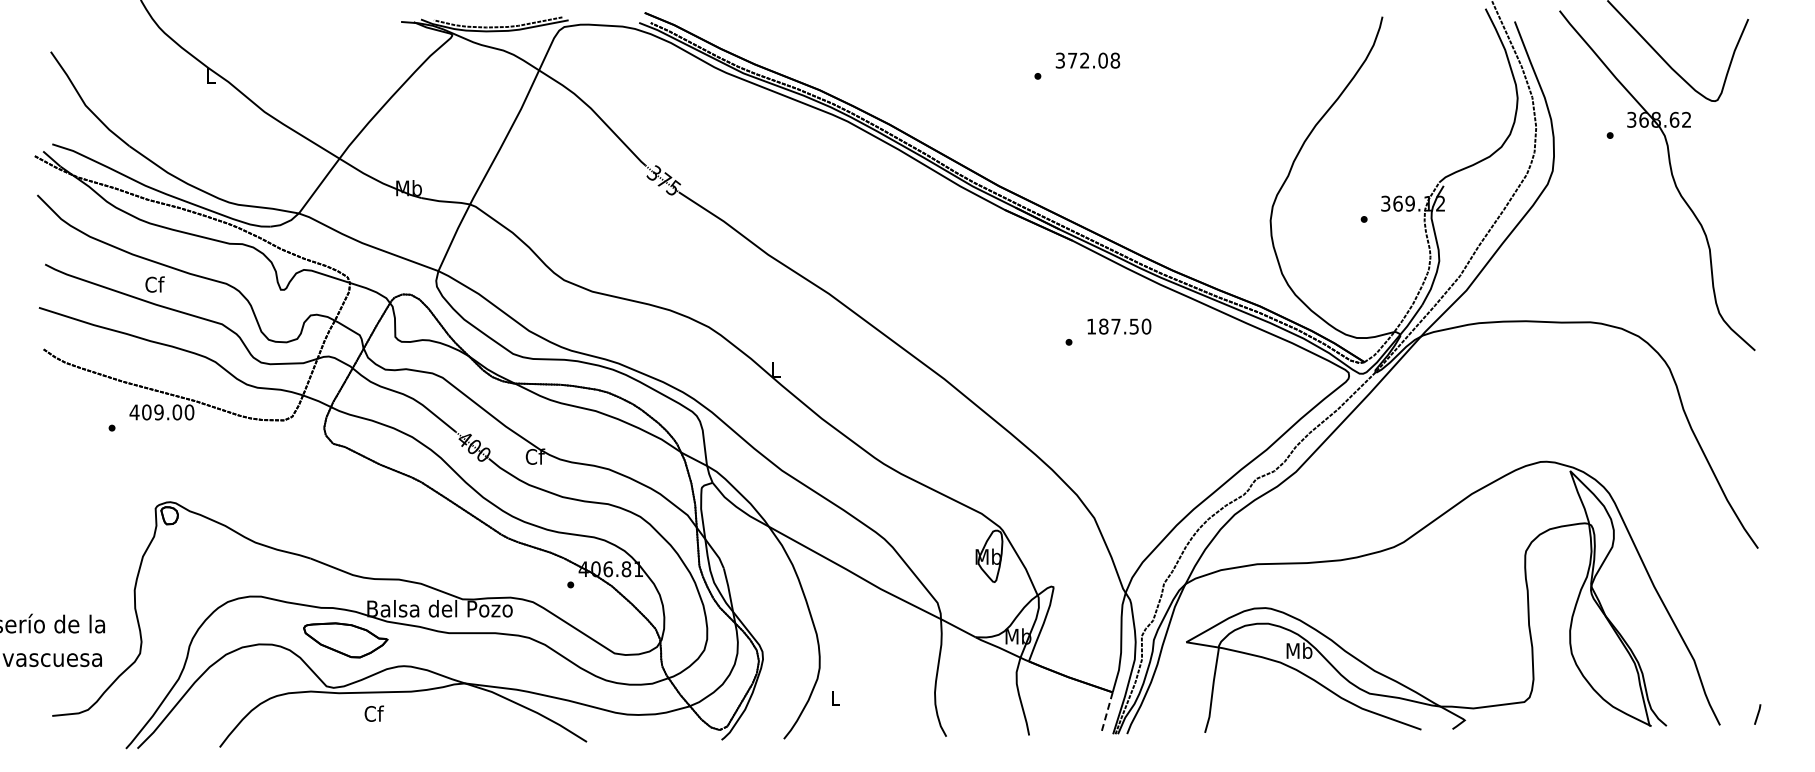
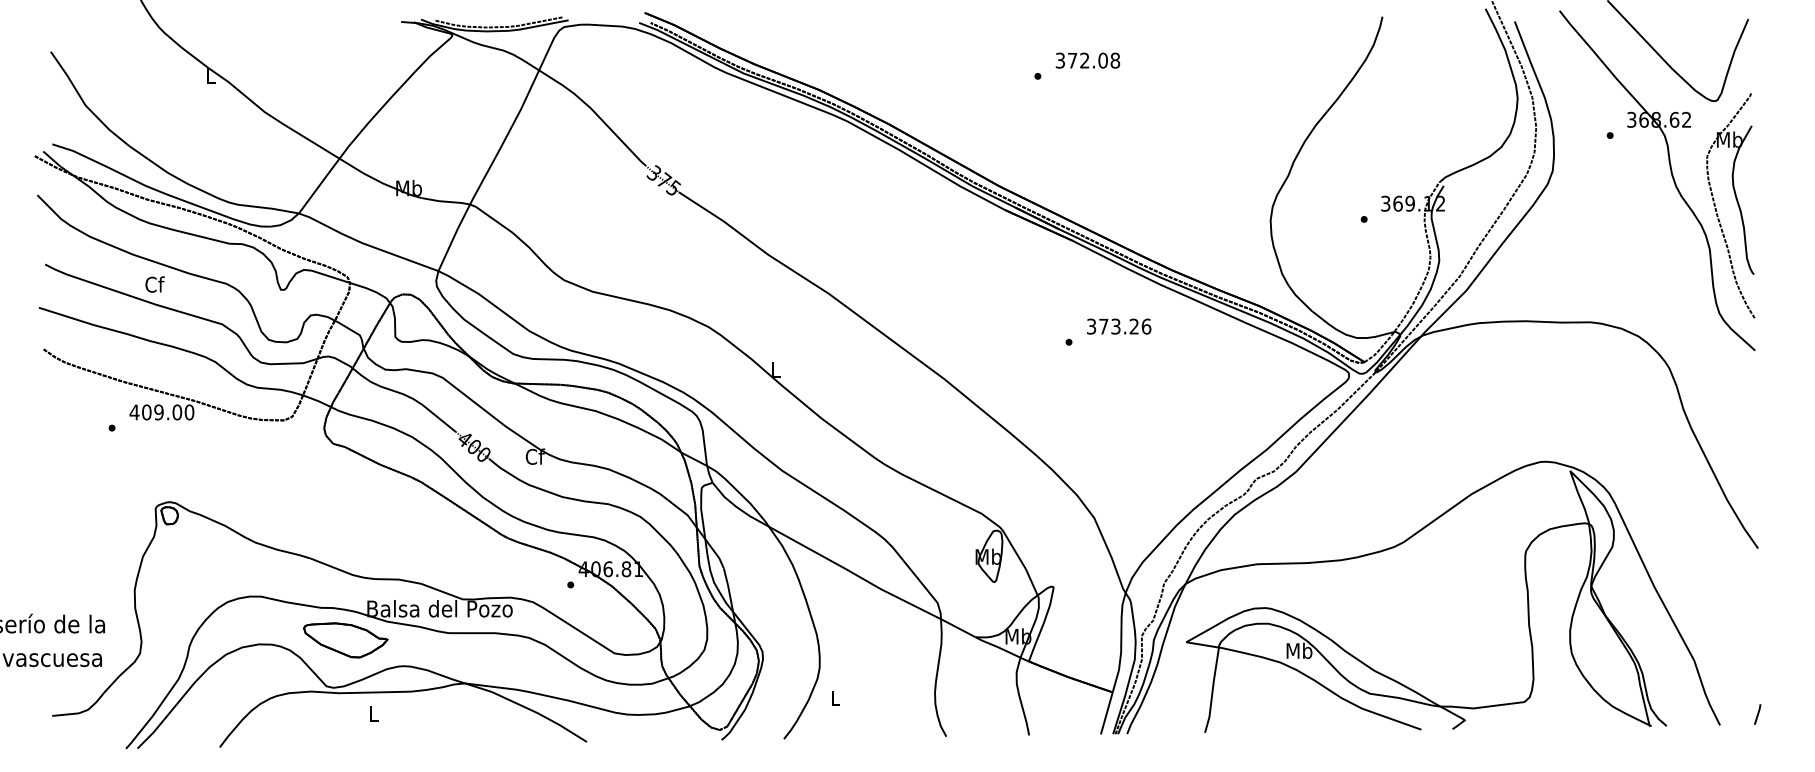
part at (1736, 202): none -> present
text at (1119, 326): 187.50 -> 373.26
text at (374, 713): Cf -> L
line at (1106, 713): dashed -> solid
